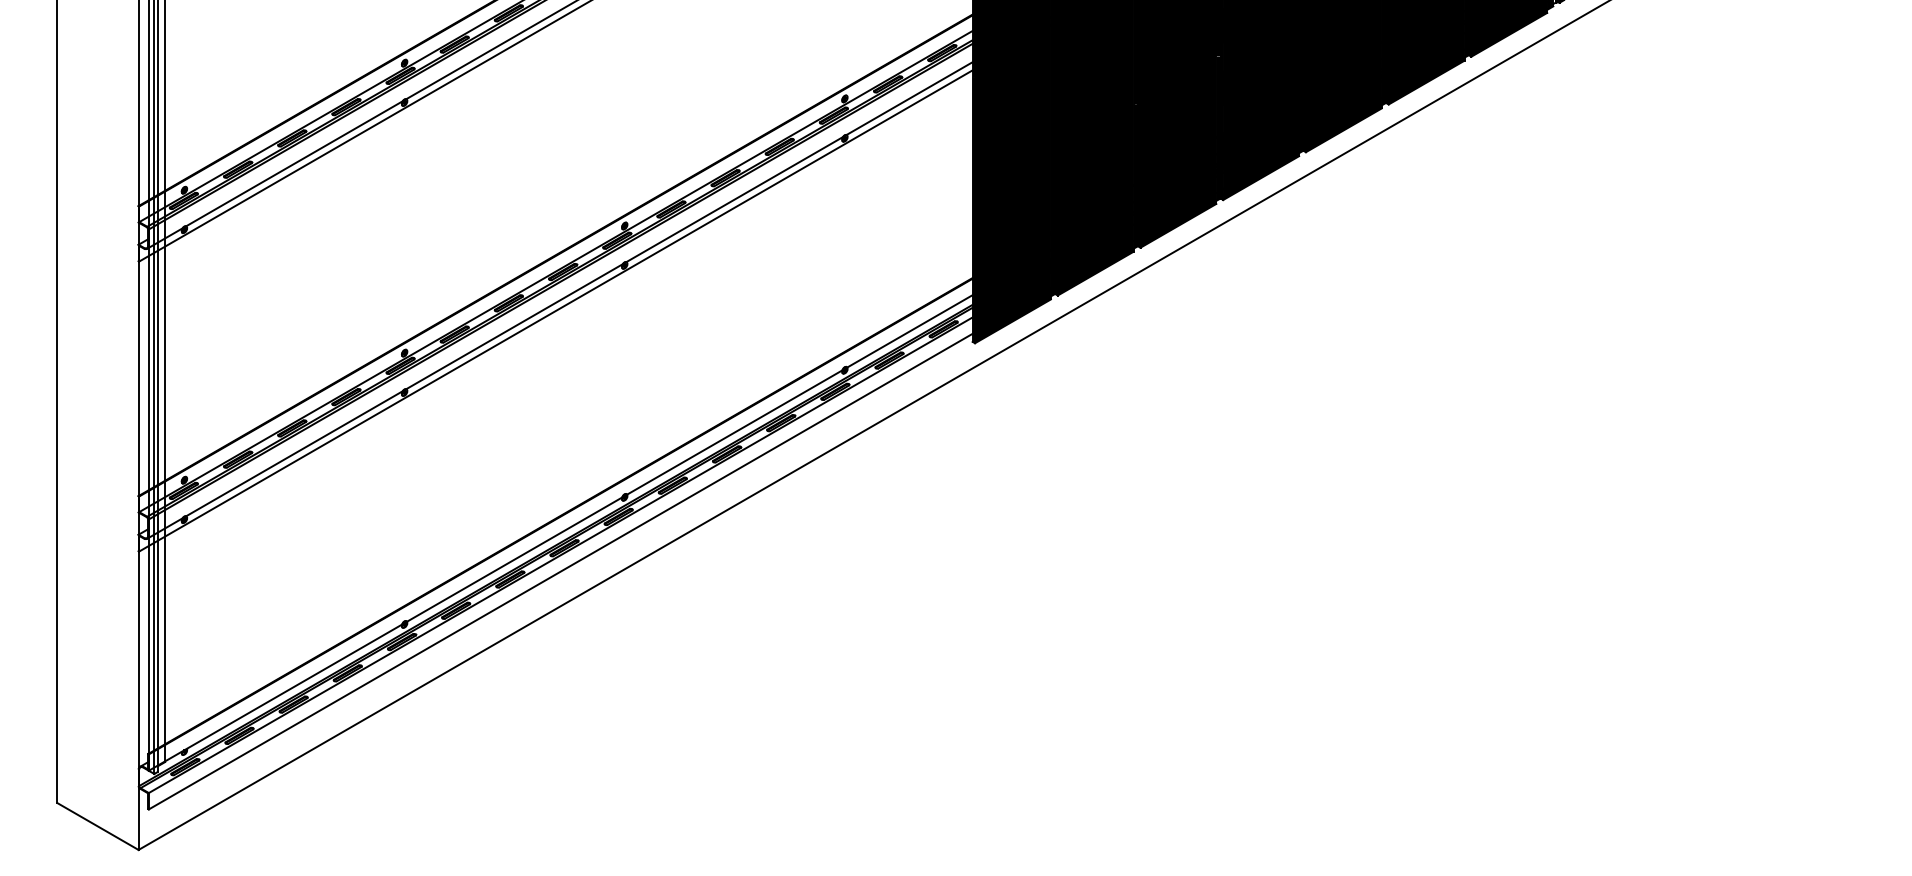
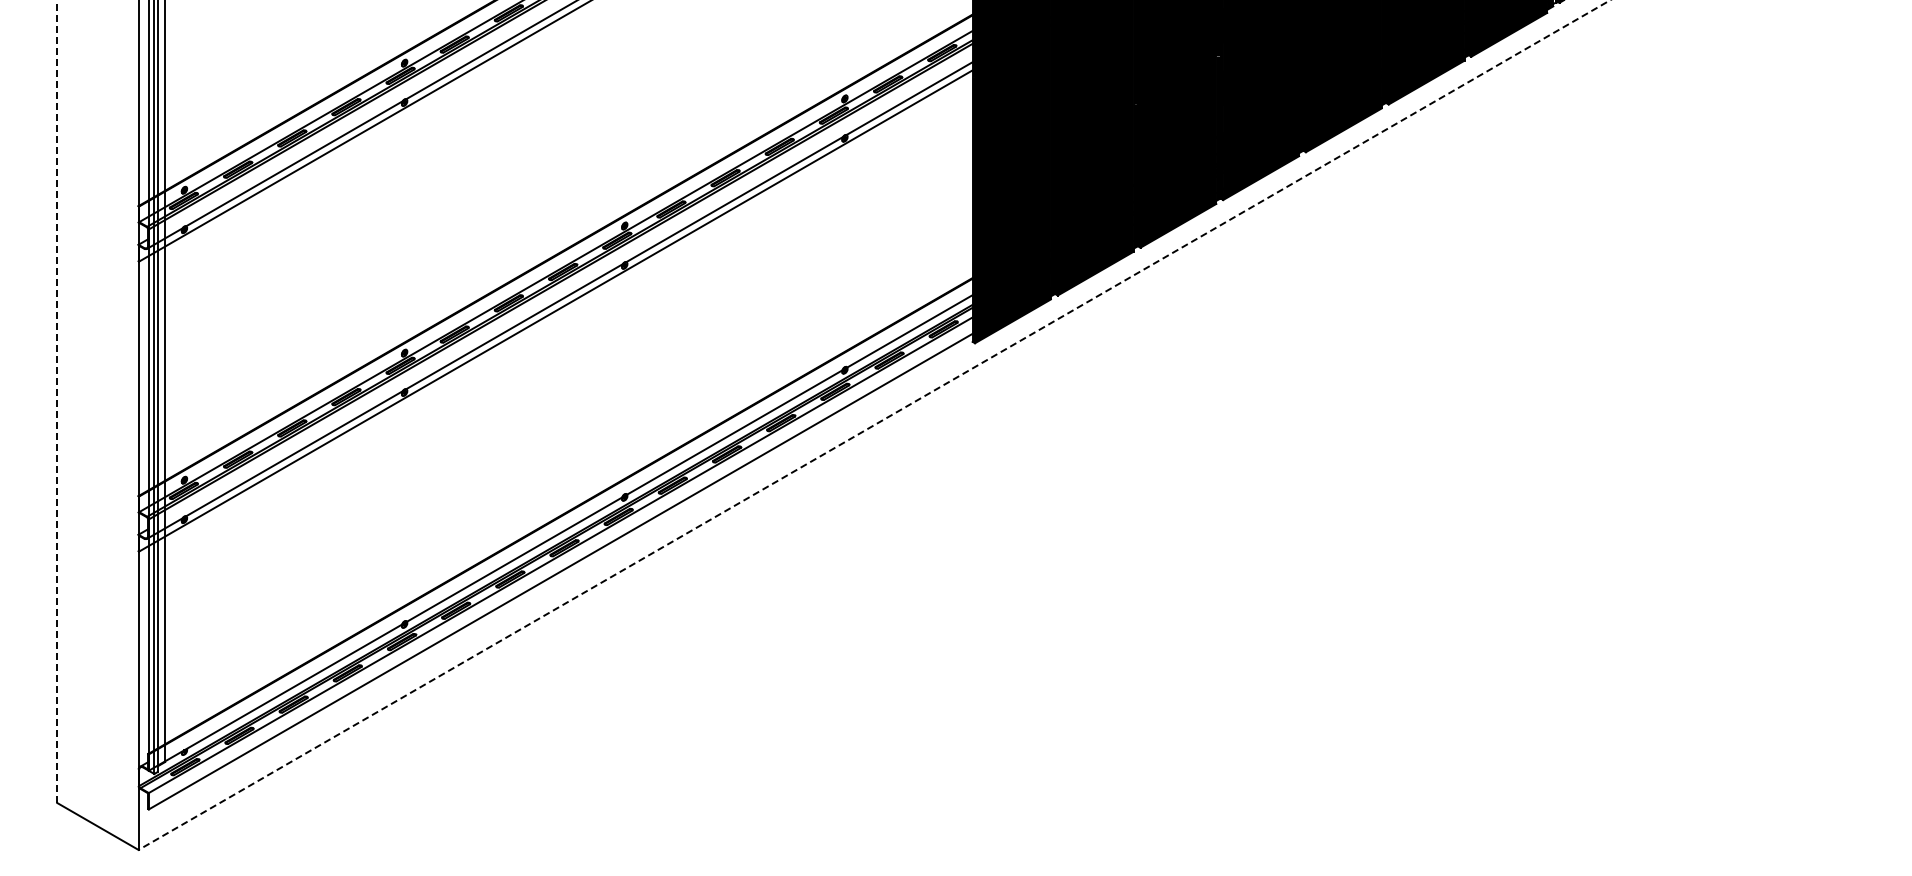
line at (57, 401): solid -> dashed
line at (874, 425): solid -> dashed
